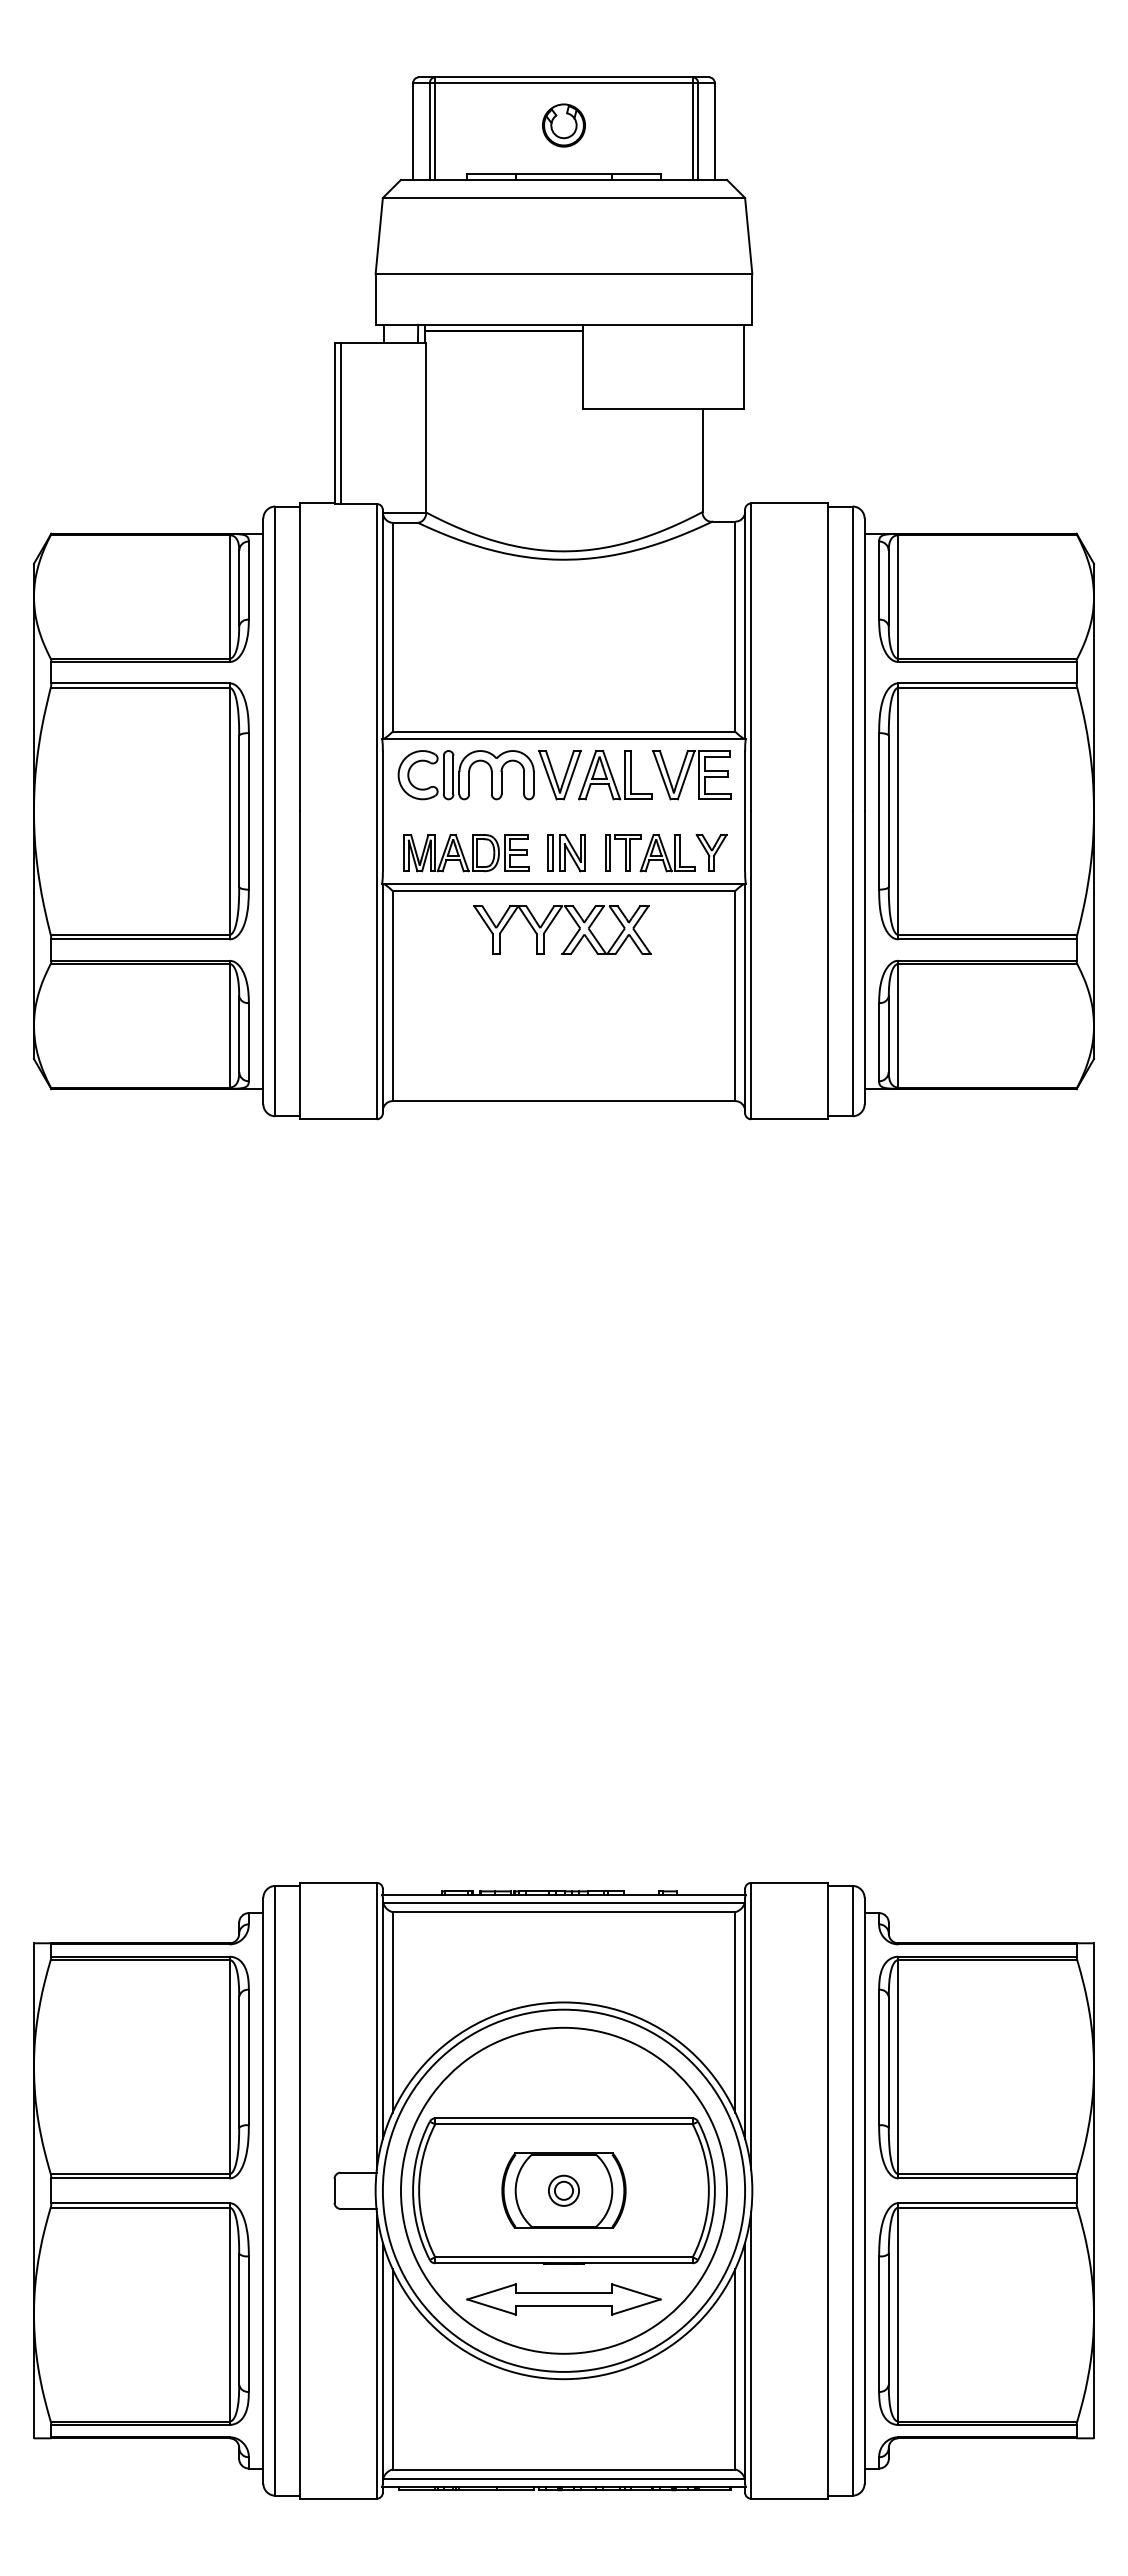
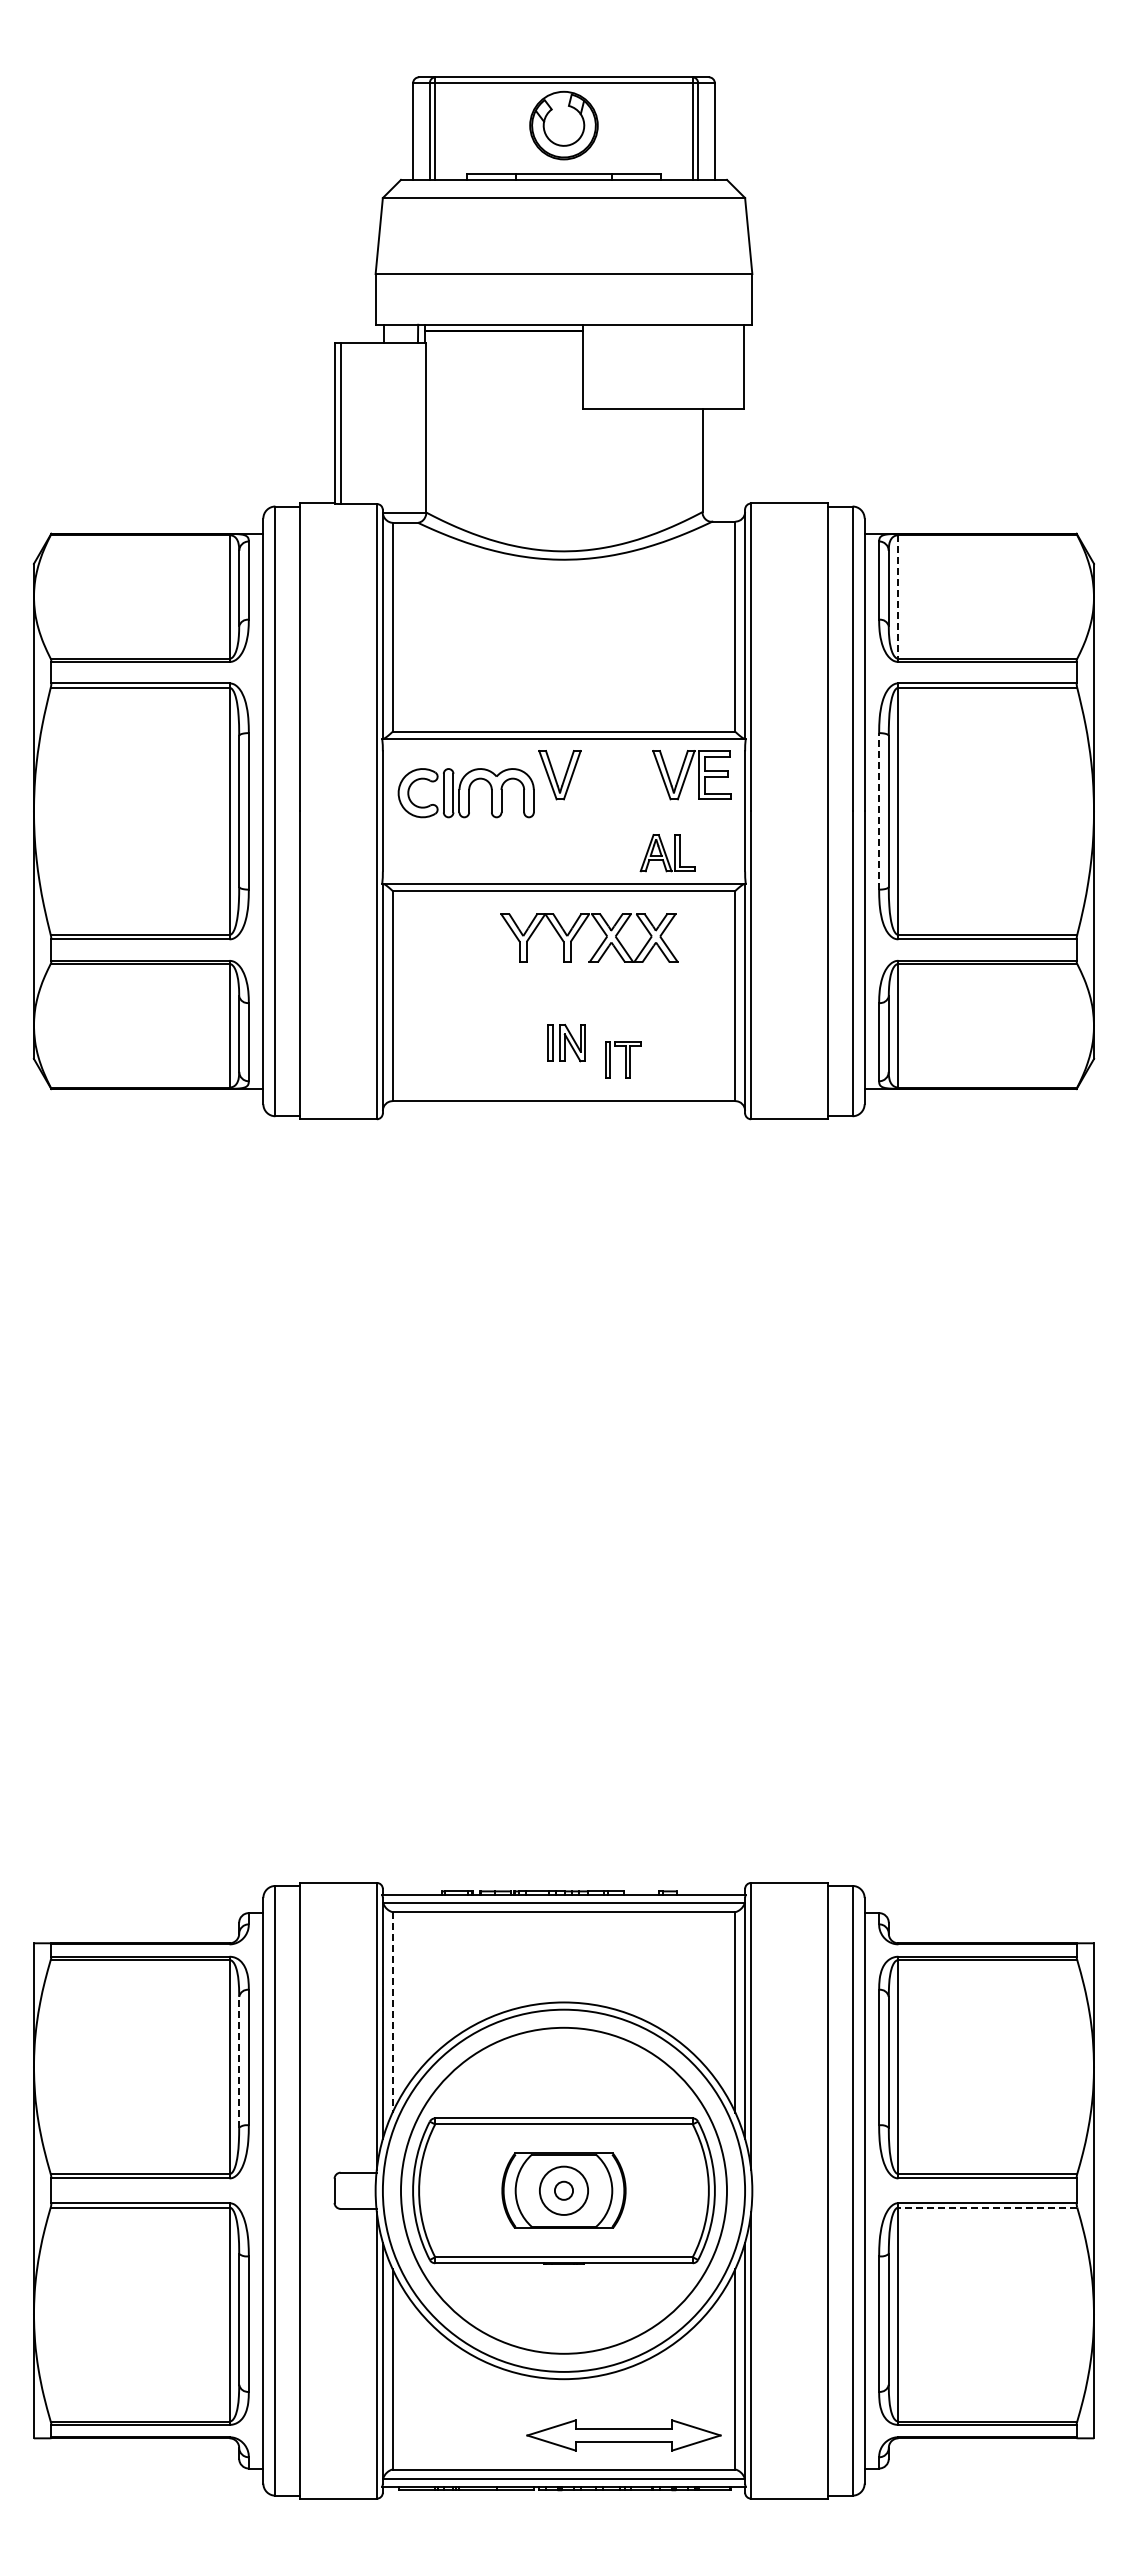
part at (563, 125) size: 44x45 px -> 70x71 px
line at (898, 597): solid -> dashed
part at (465, 775) position: (465, 775) -> (465, 793)
part at (615, 775): present -> none
line at (879, 810): solid -> dashed
part at (623, 852) position: (623, 852) -> (623, 1059)
part at (711, 852): present -> none
part at (466, 853): present -> none
part at (566, 853) position: (566, 853) -> (566, 1043)
part at (553, 921) position: (553, 921) -> (580, 929)
line at (392, 2012): solid -> dashed
line at (239, 2061): solid -> dashed
circle at (563, 2190) diameter: 30 px -> 48 px
line at (987, 2207): solid -> dashed
part at (563, 2299) position: (563, 2299) -> (623, 2435)
